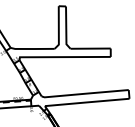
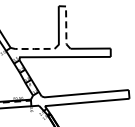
line at (66, 29): solid -> dashed
line at (32, 49): solid -> dashed
